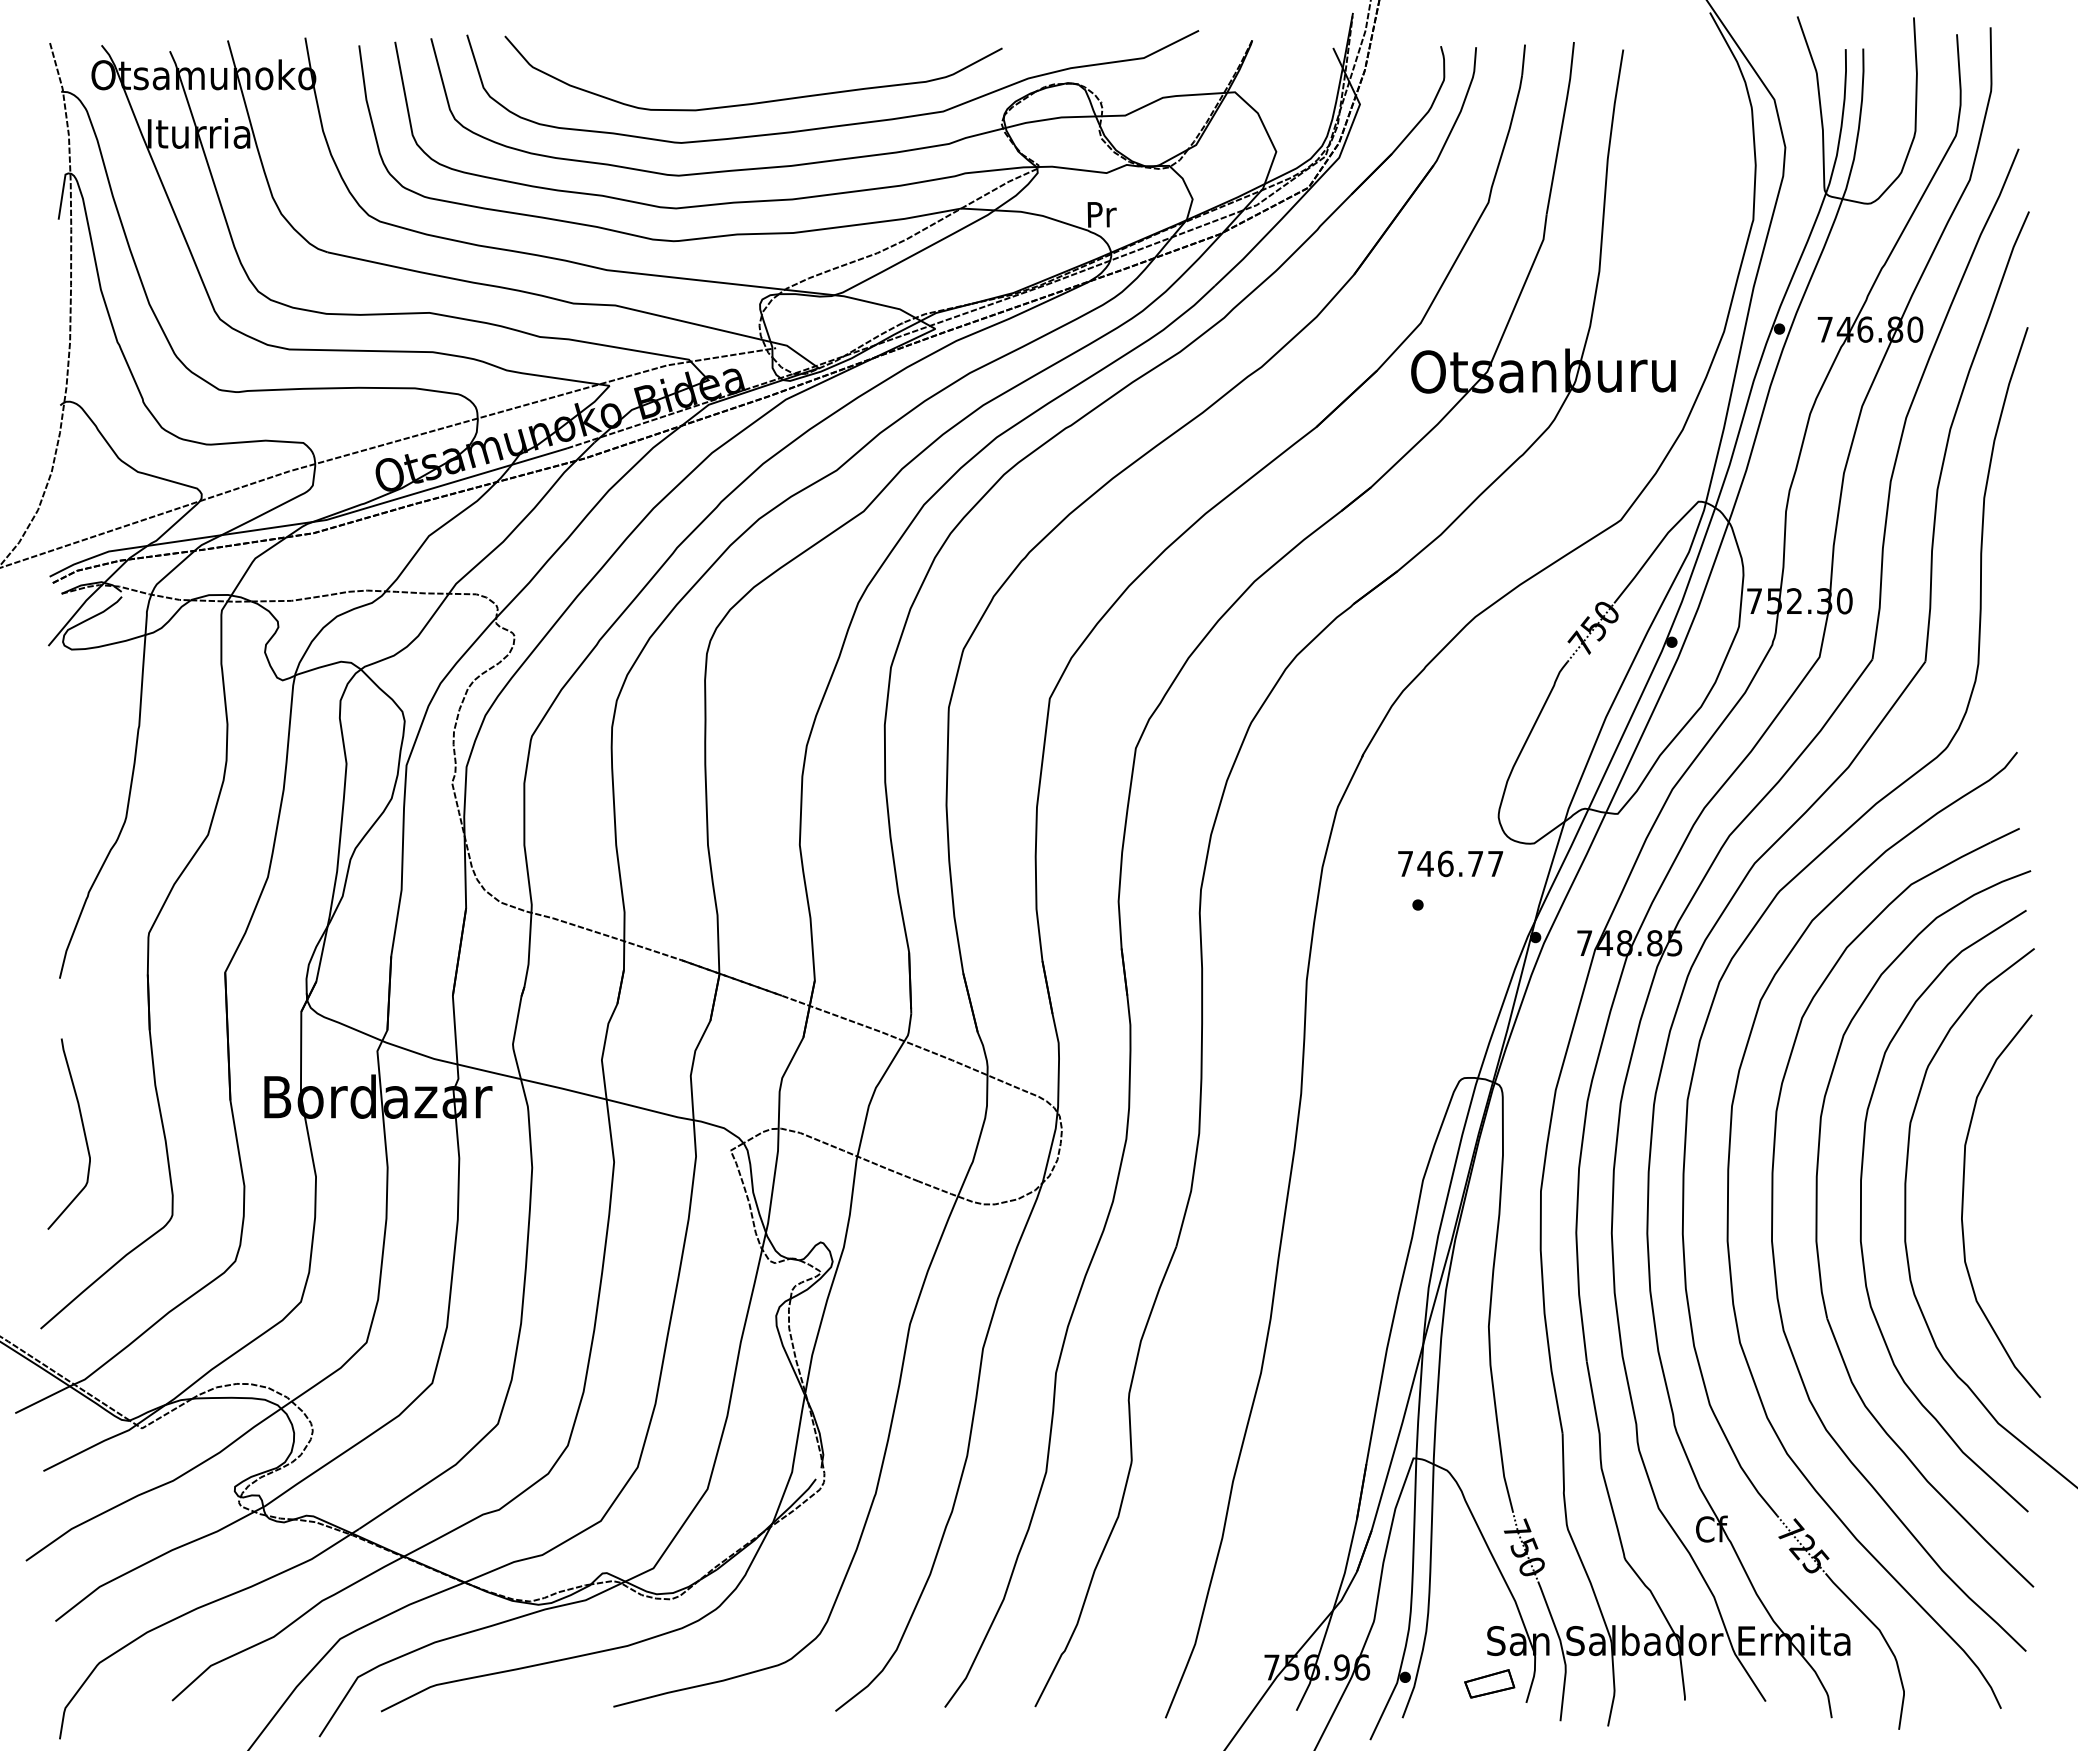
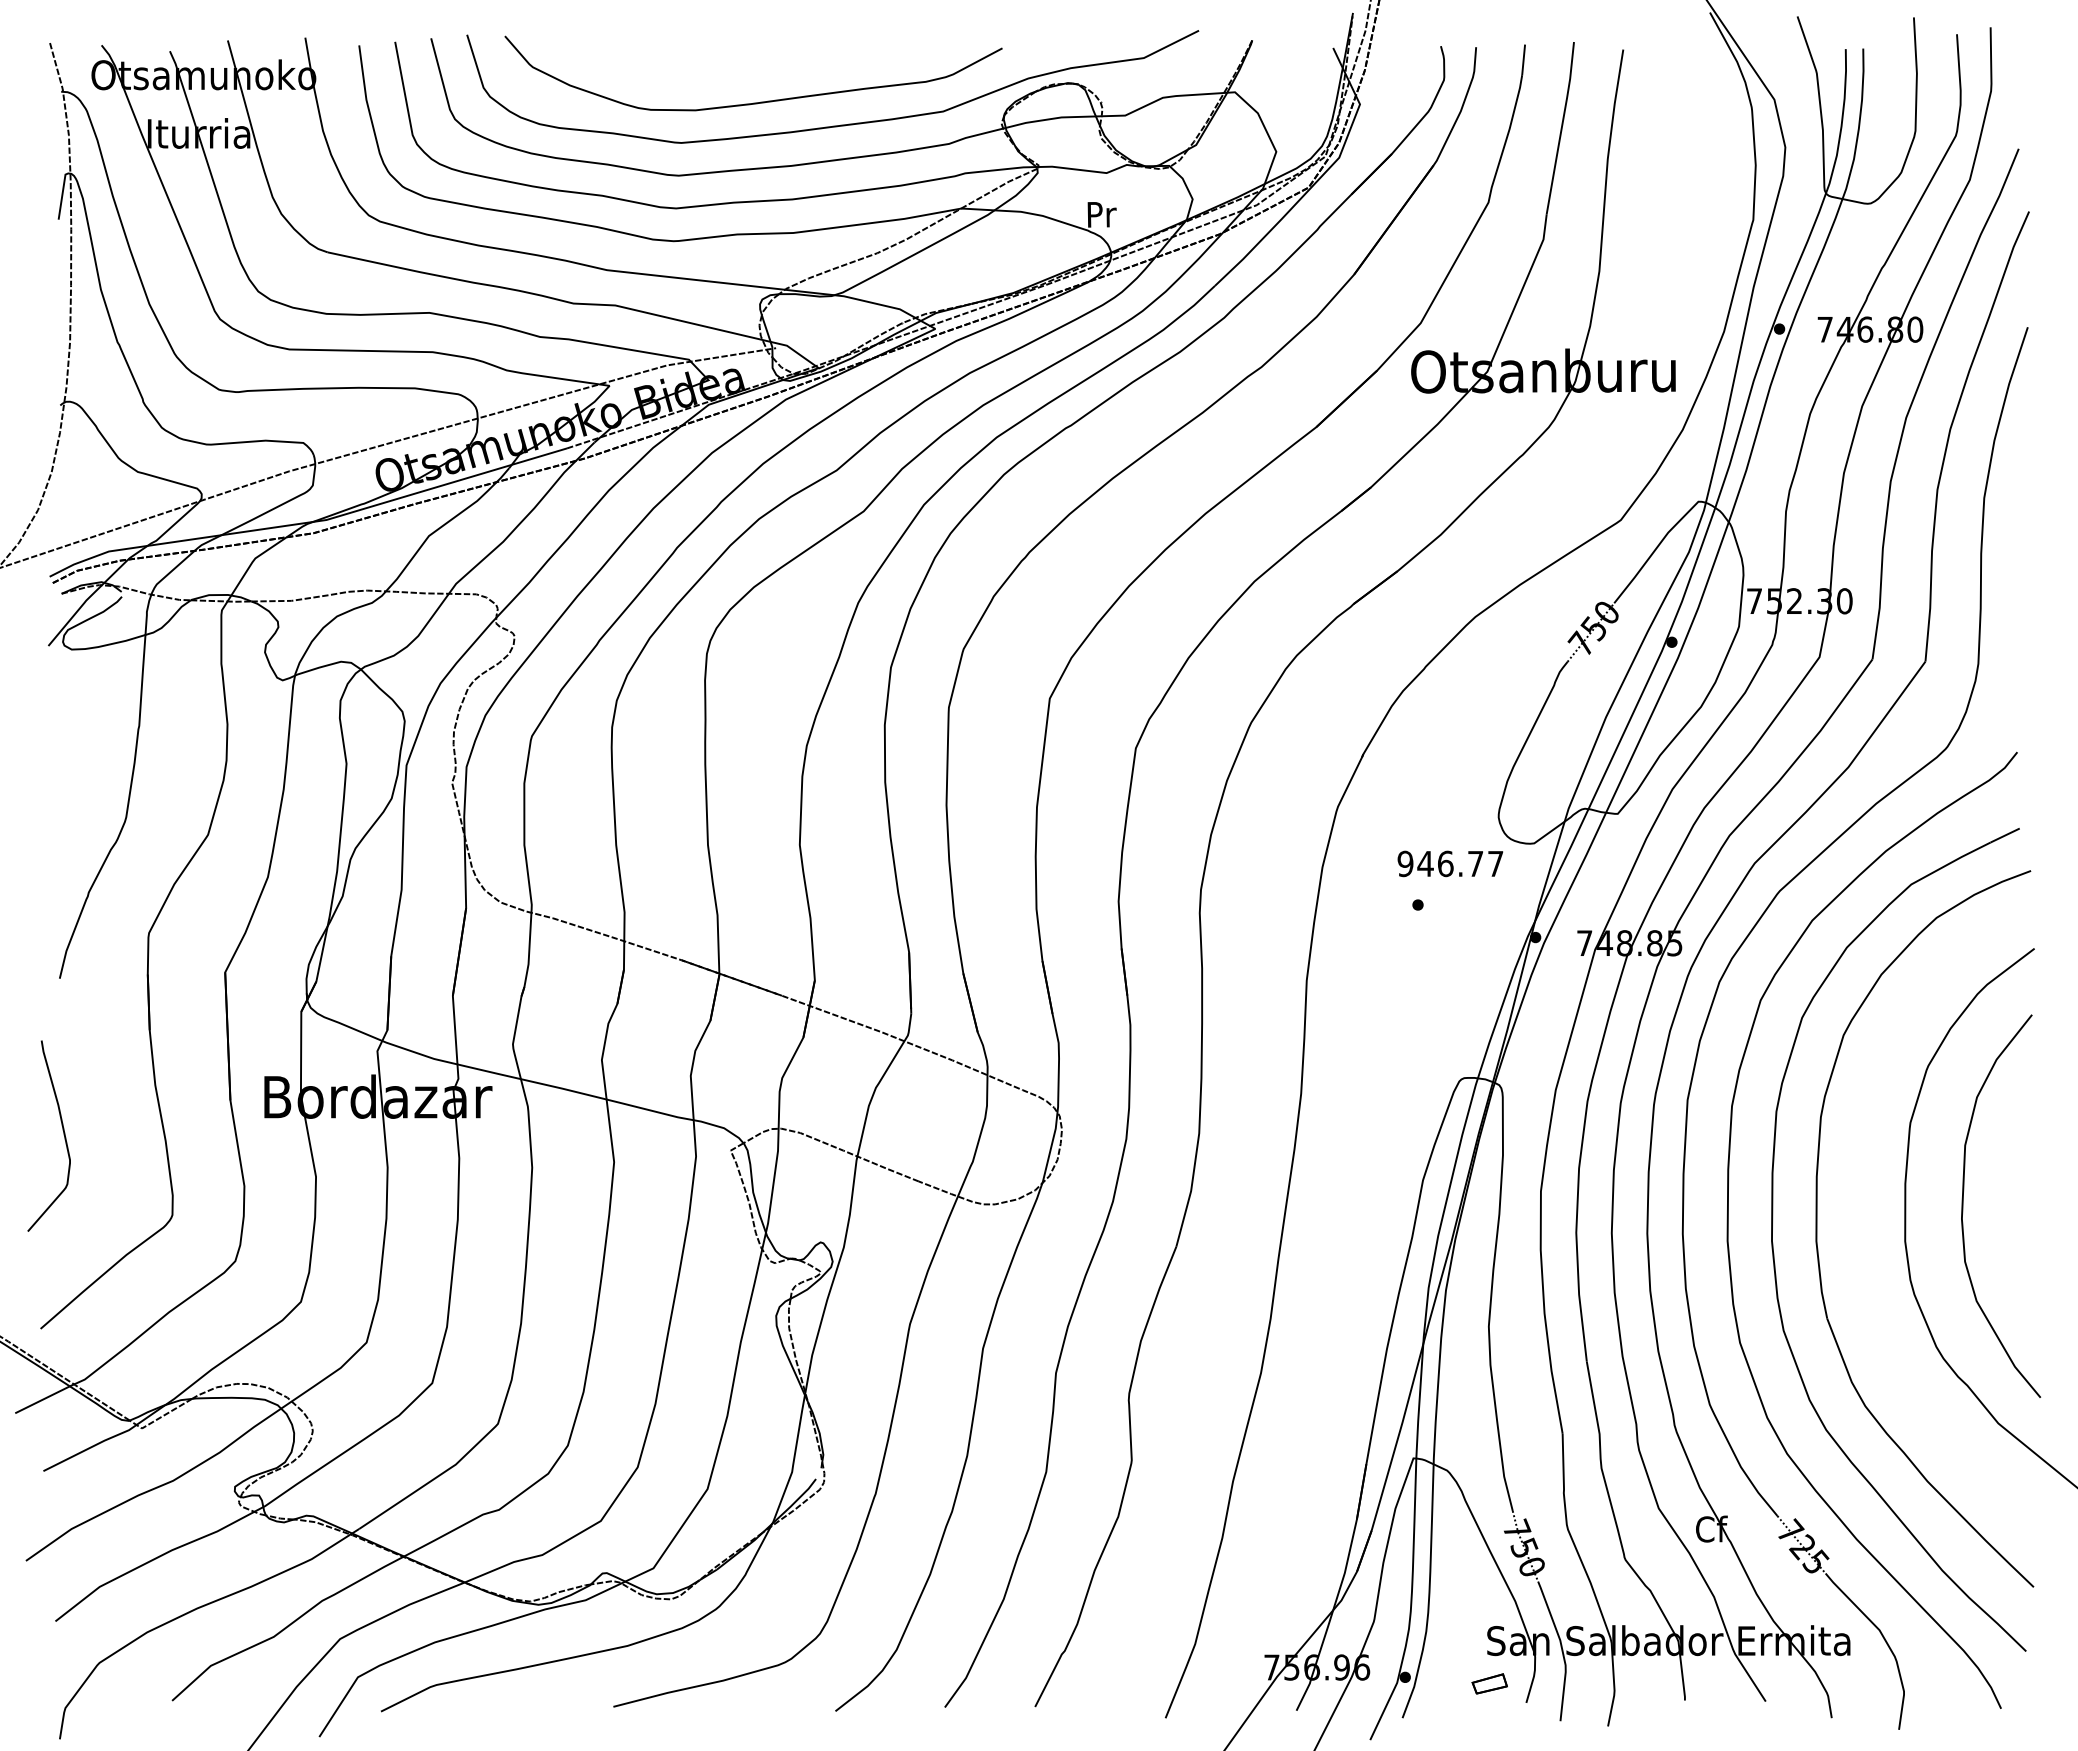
text at (1405, 863): 746.77 -> 946.77
curve at (82, 1128) position: (82, 1128) -> (62, 1130)
curve at (1861, 1211): present -> none
part at (1489, 1683) size: 52x30 px -> 37x22 px
